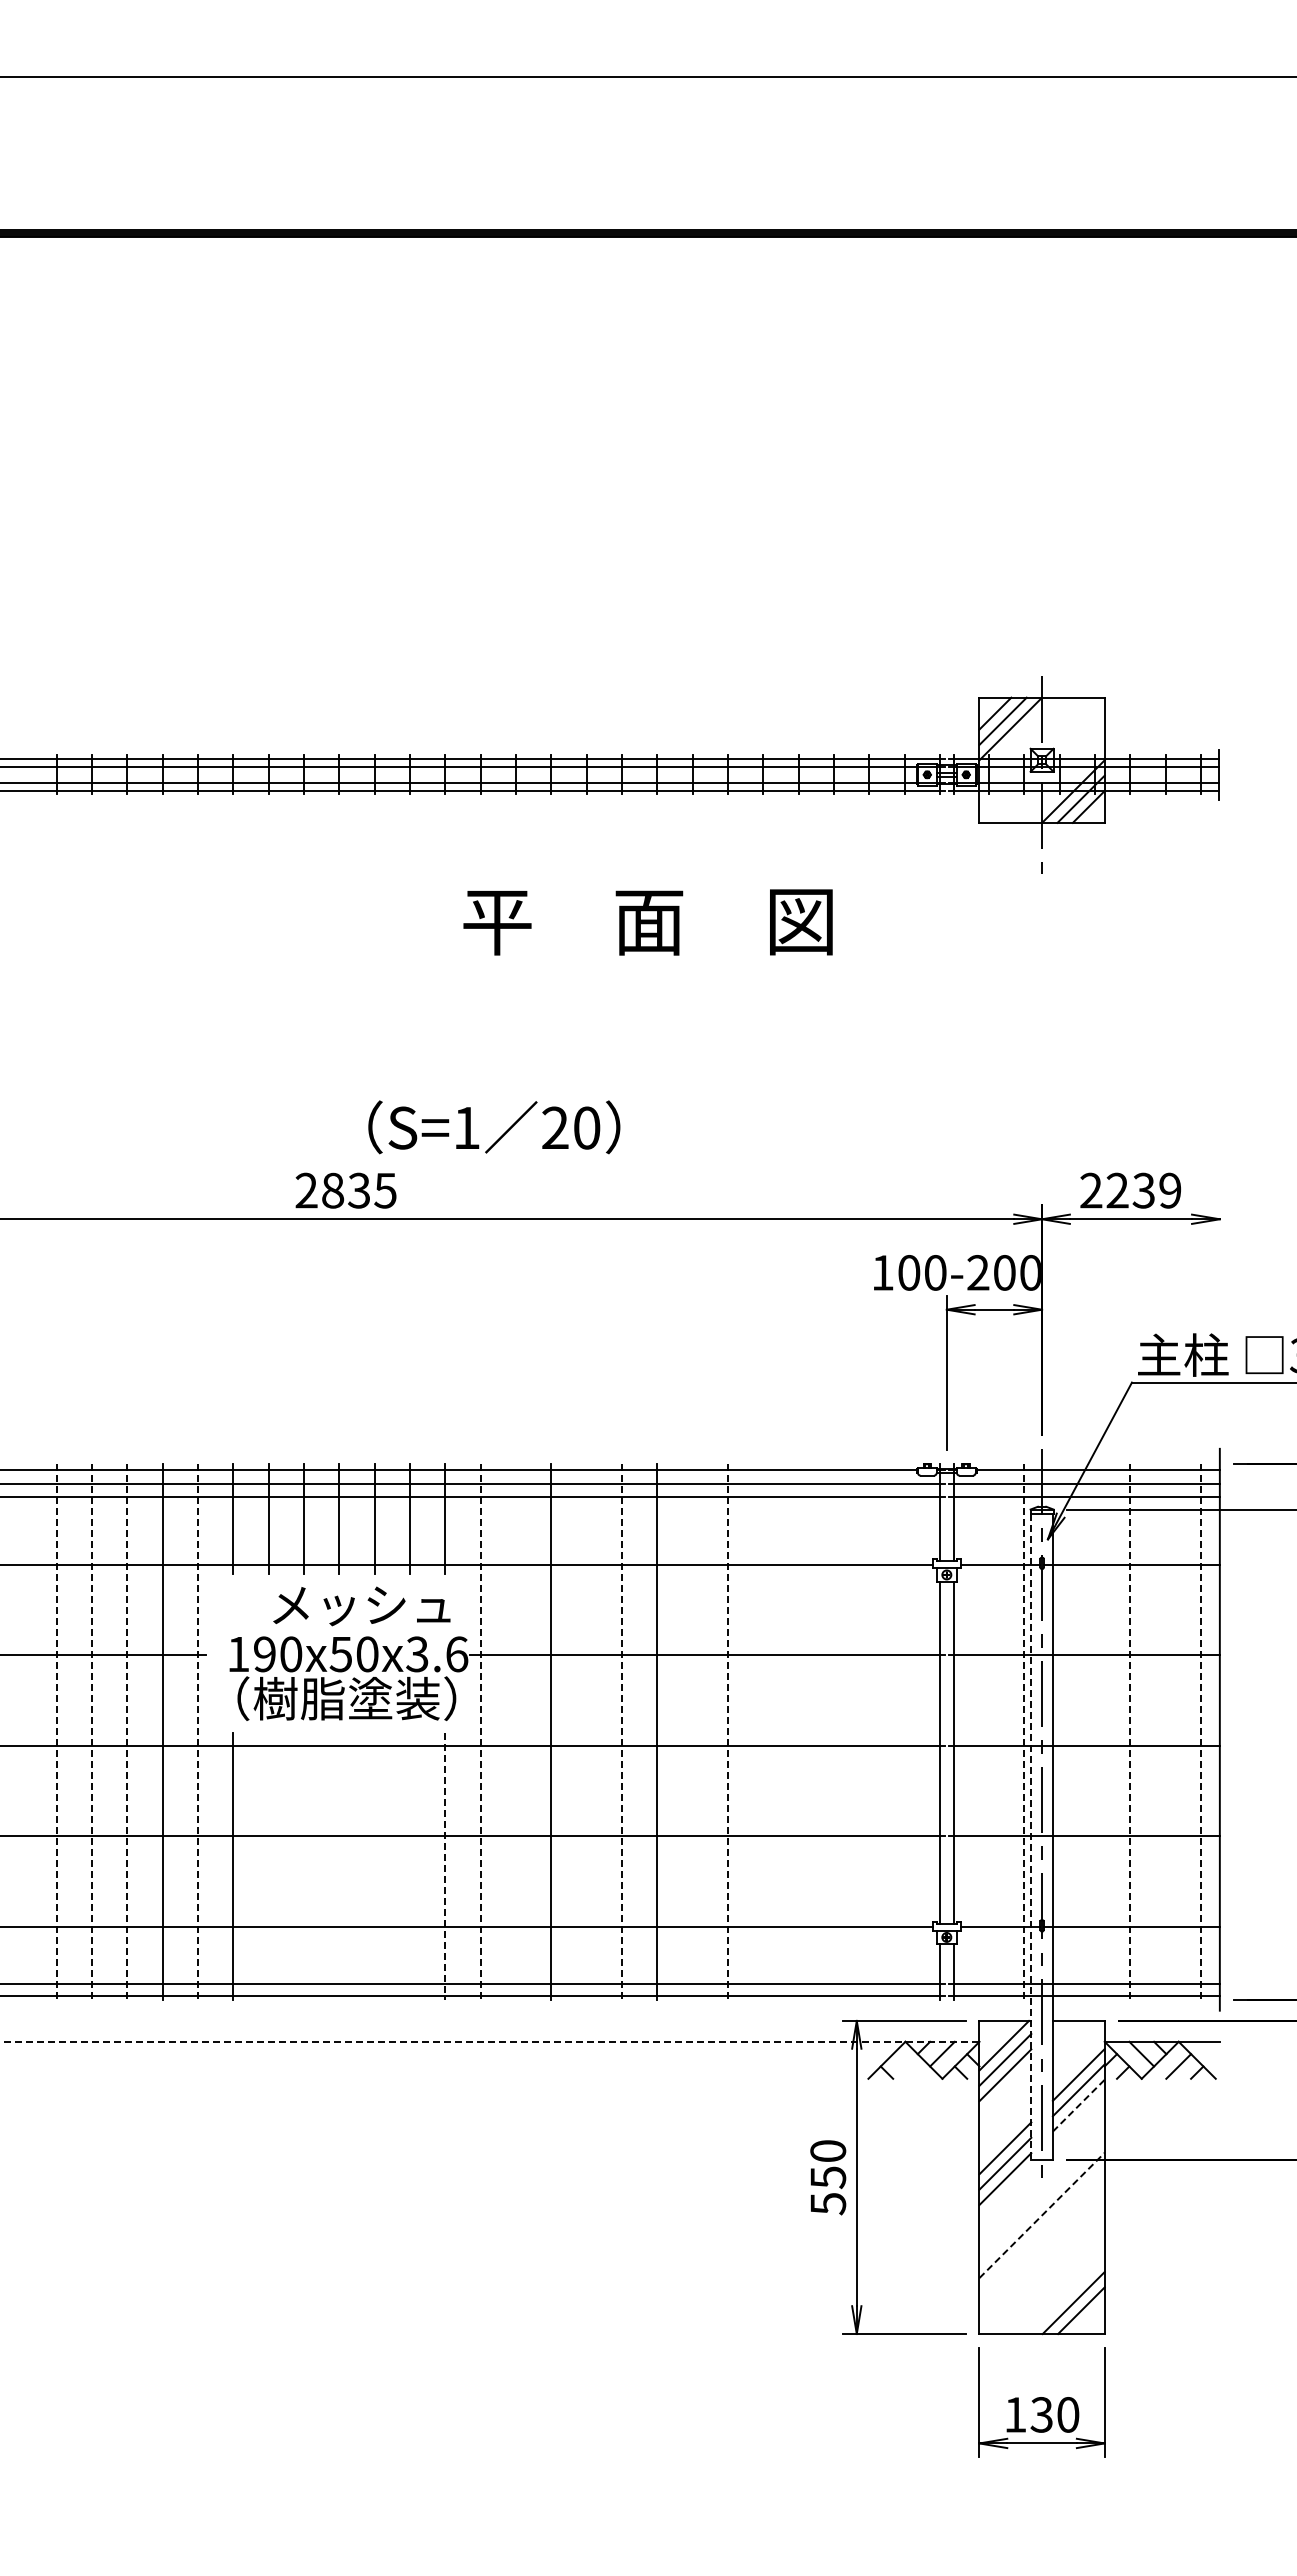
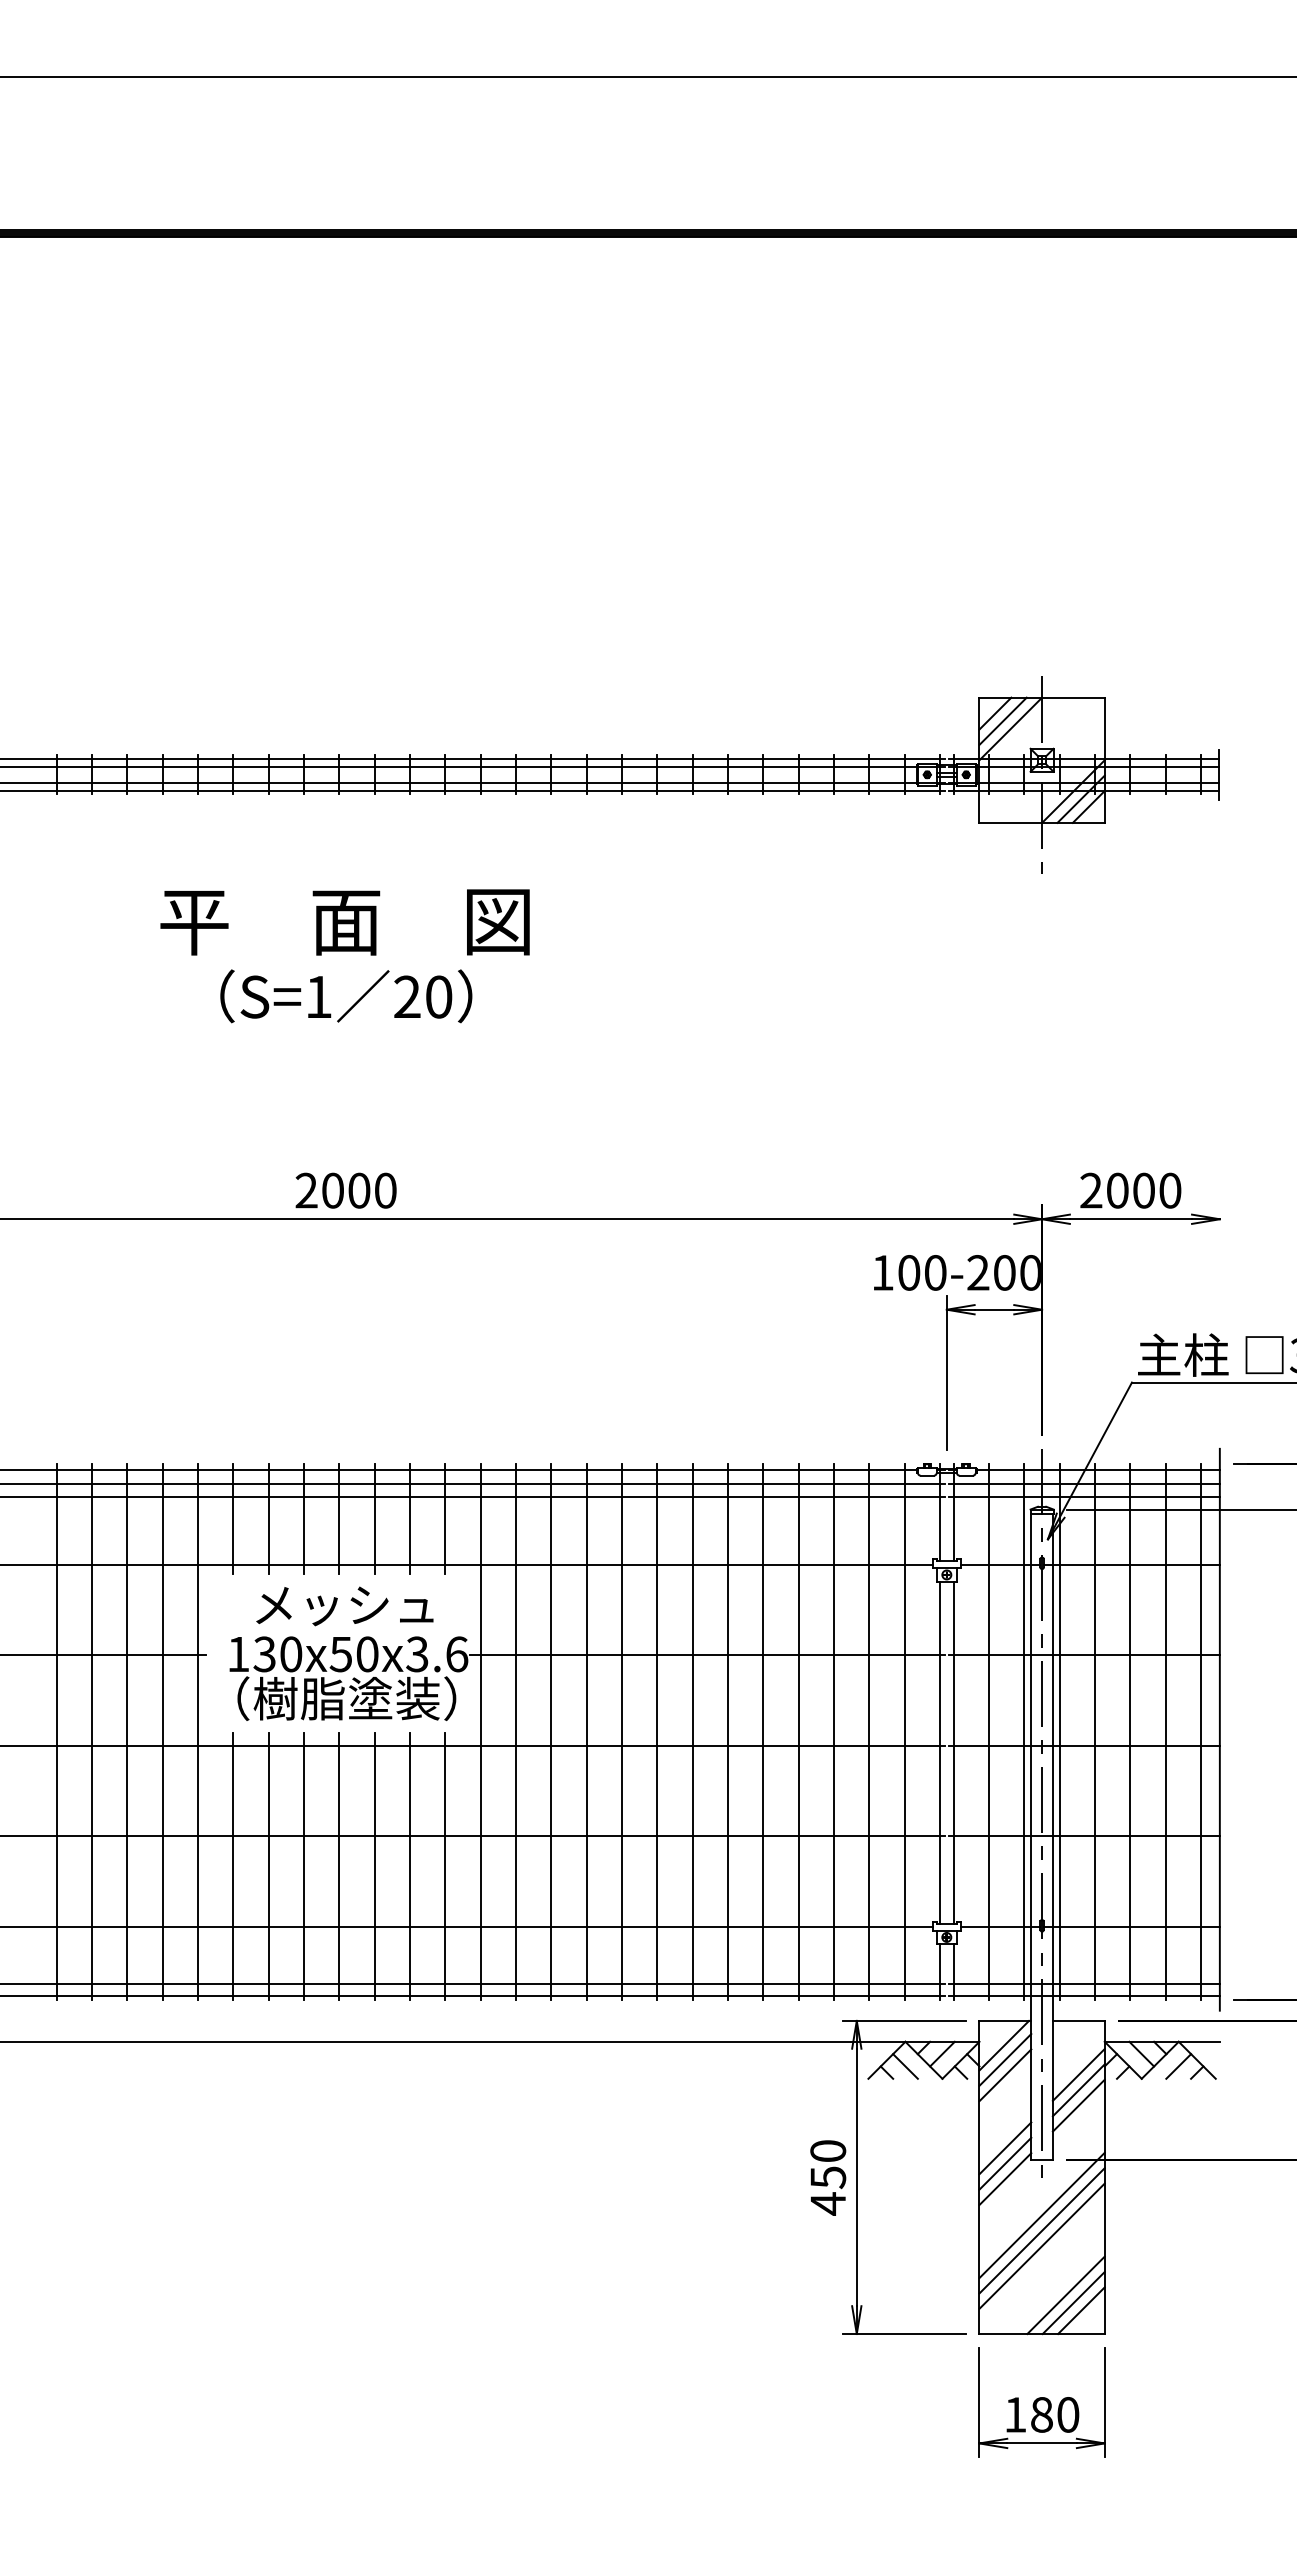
text at (647, 922) position: (647, 922) -> (344, 922)
text at (494, 1127) position: (494, 1127) -> (346, 996)
text at (359, 1190): 2835 -> 2000
text at (1143, 1190): 2239 -> 2000
text at (361, 1606) position: (361, 1606) -> (344, 1606)
text at (264, 1654): 190x50x3.6 -> 130x50x3.6
line at (56, 1732): dashed -> solid
line at (92, 1732): dashed -> solid
line at (127, 1732): dashed -> solid
line at (198, 1732): dashed -> solid
line at (480, 1732): dashed -> solid
line at (516, 1732): none -> present
line at (586, 1732): none -> present
line at (621, 1732): dashed -> solid
line at (692, 1732): none -> present
line at (727, 1732): dashed -> solid
line at (763, 1732): none -> present
line at (798, 1732): none -> present
line at (833, 1732): none -> present
line at (869, 1732): none -> present
line at (904, 1732): none -> present
line at (989, 1732): none -> present
line at (1024, 1732): dashed -> solid
line at (1059, 1732): none -> present
line at (1095, 1732): none -> present
line at (1130, 1732): dashed -> solid
line at (1165, 1732): none -> present
line at (1201, 1732): dashed -> solid
line at (1031, 1837): dashed -> solid
line at (268, 1866): none -> present
line at (304, 1866): none -> present
line at (339, 1866): none -> present
line at (374, 1866): none -> present
line at (410, 1866): none -> present
line at (445, 1867): dashed -> solid
line at (489, 2041): dashed -> solid
line at (905, 2066): none -> present
line at (1078, 2105): dashed -> solid
text at (828, 2203): 550 -> 450
line at (1042, 2215): dashed -> solid
line at (1041, 2230): none -> present
line at (1041, 2245): none -> present
line at (1065, 2295): none -> present
text at (1041, 2414): 130 -> 180
